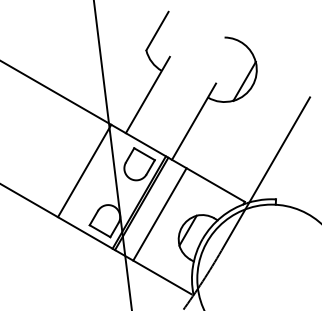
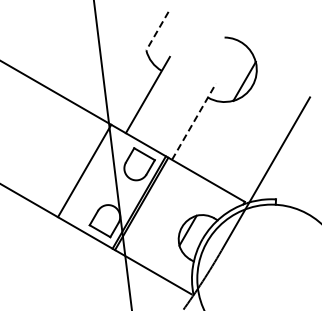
line at (157, 31): solid -> dashed
line at (194, 121): solid -> dashed
line at (159, 214): present -> none
